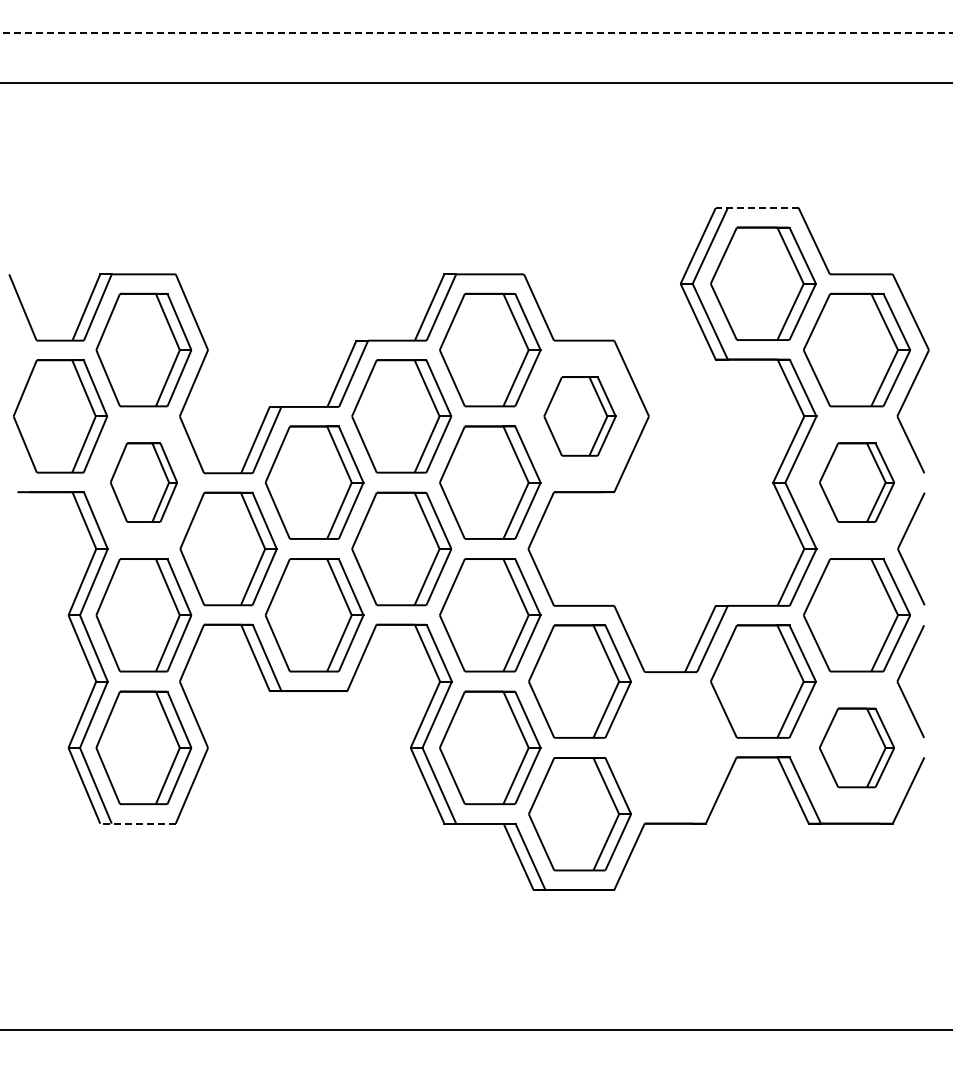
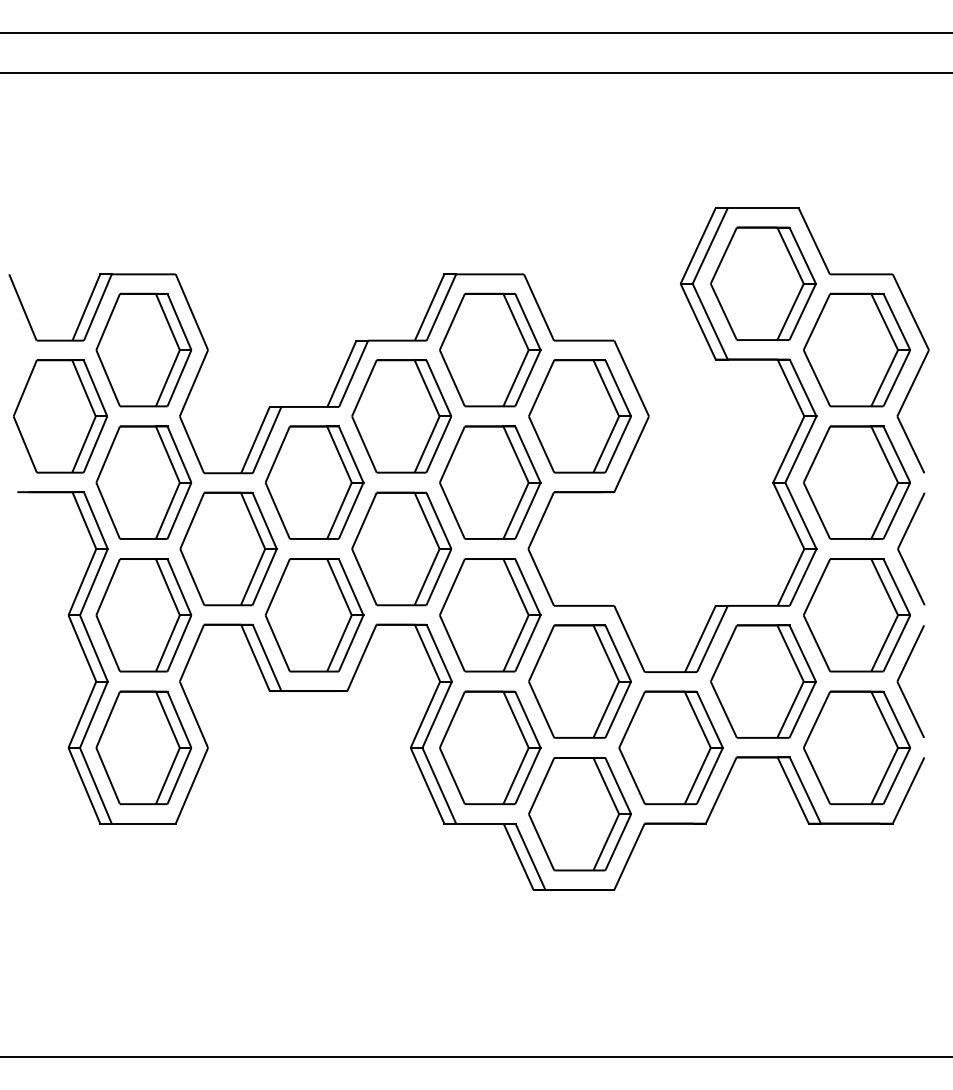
line at (476, 32): dashed -> solid
line at (475, 82) position: (475, 82) -> (475, 72)
line at (756, 208): dashed -> solid
part at (579, 416) size: 74x81 px -> 104x115 px
part at (143, 482) size: 68x81 px -> 98x115 px
part at (856, 482) size: 76x81 px -> 108x115 px
part at (670, 747): none -> present
part at (856, 747) size: 76x82 px -> 108x116 px
line at (138, 823): dashed -> solid
line at (475, 1030) position: (475, 1030) -> (475, 1057)
